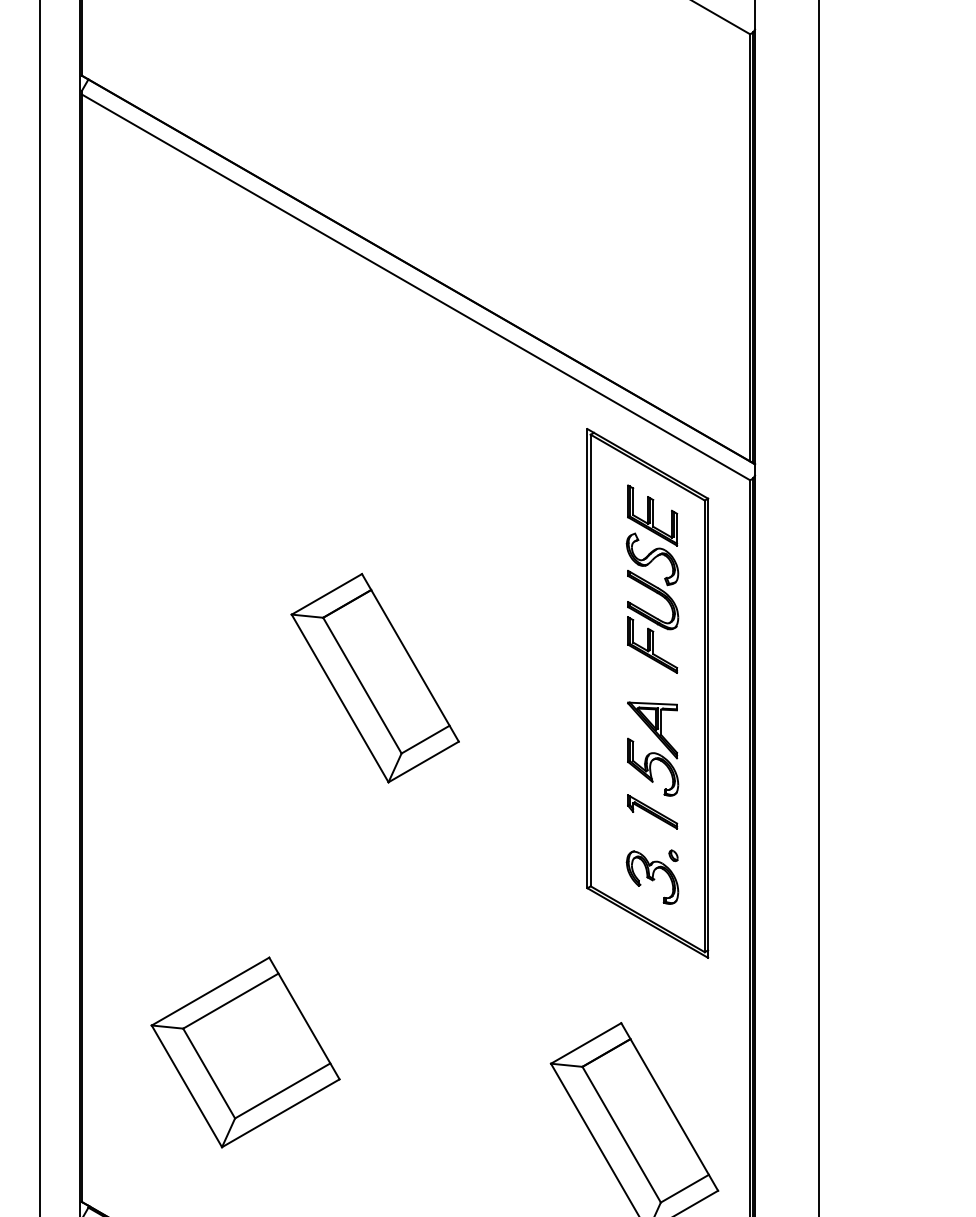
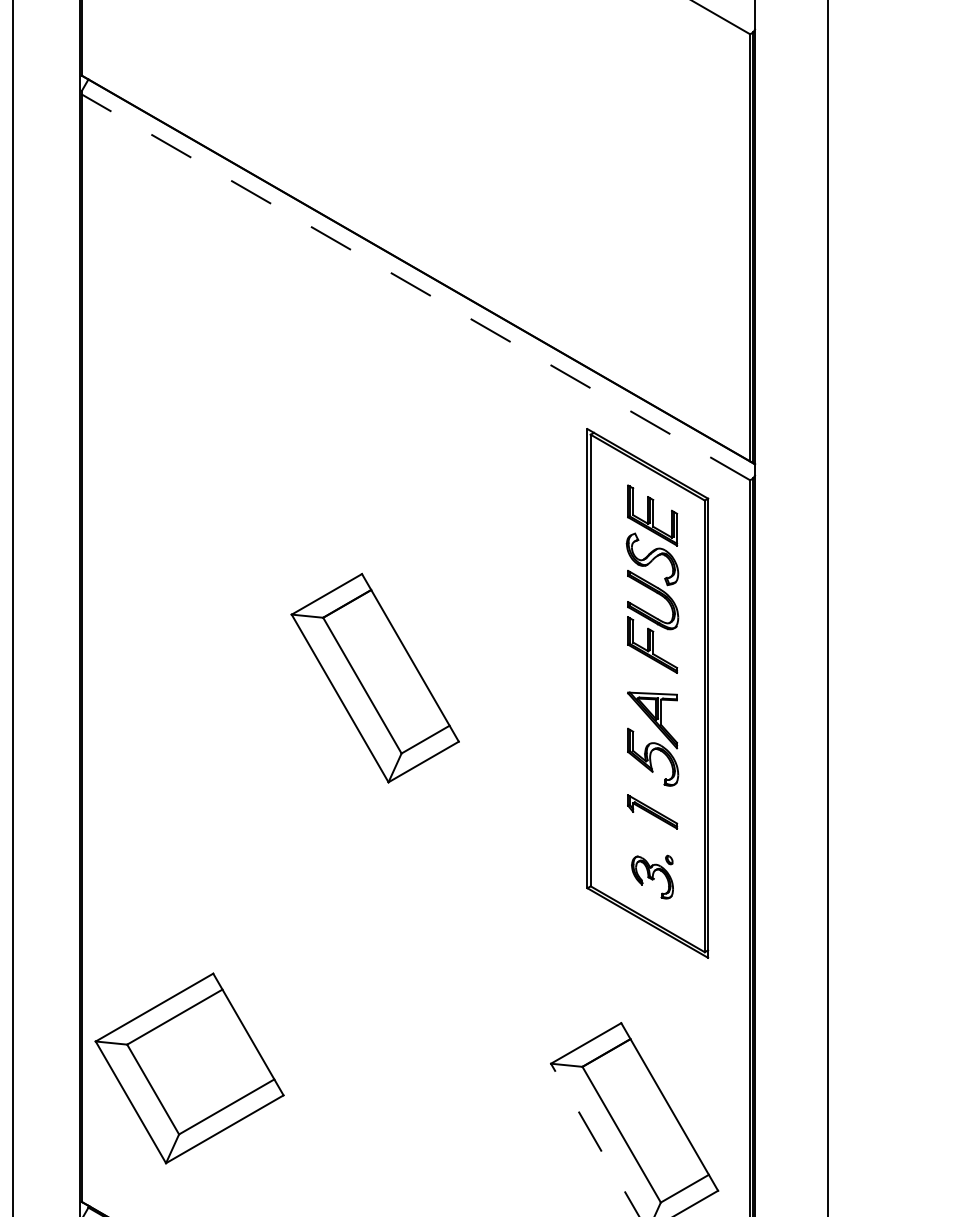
line at (416, 287): solid -> dashed
line at (40, 607) position: (40, 607) -> (13, 607)
line at (819, 607) position: (819, 607) -> (828, 607)
part at (653, 748) position: (653, 748) -> (653, 738)
part at (652, 876) size: 55x56 px -> 43x46 px
part at (245, 1052) position: (245, 1052) -> (189, 1068)
line at (594, 1139): solid -> dashed
